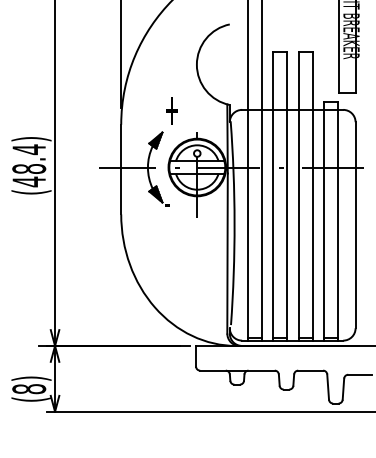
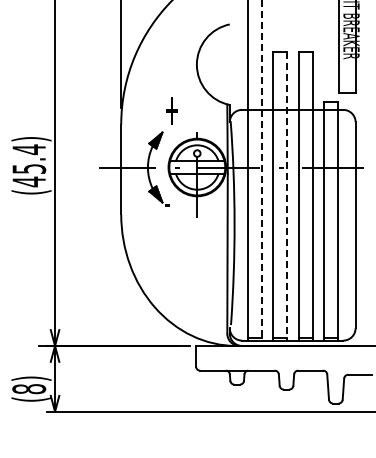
text at (29, 168): (48.4) -> (45.4)
line at (261, 170): solid -> dashed
line at (287, 197): solid -> dashed
